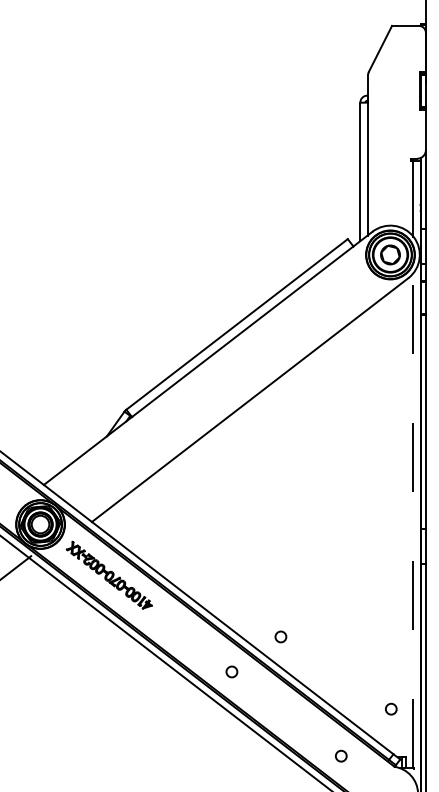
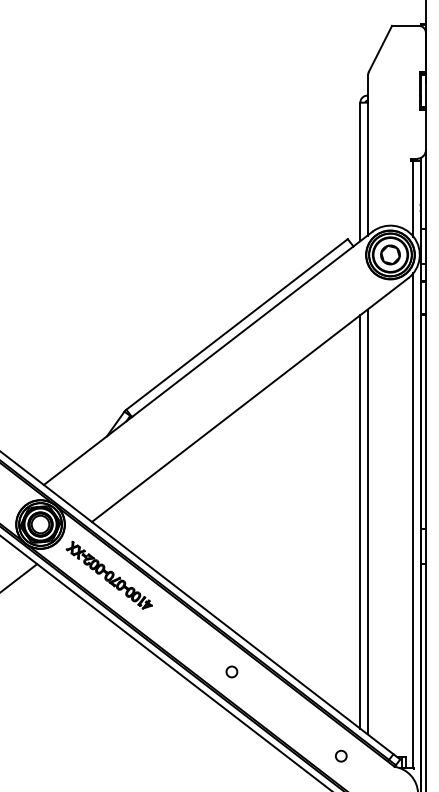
line at (413, 520): dashed -> solid
line at (360, 521): none -> present
line at (367, 521): none -> present
line at (16, 567) position: (16, 567) -> (19, 577)
circle at (280, 636): present -> none
circle at (391, 708): present -> none
